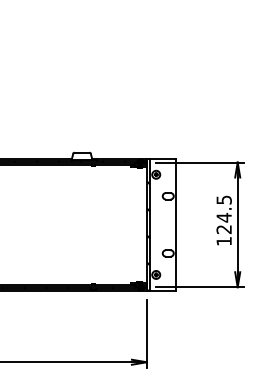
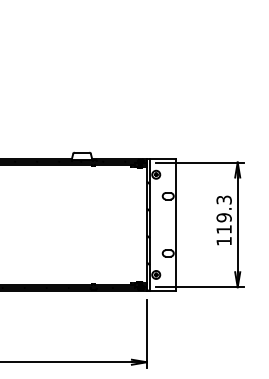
text at (223, 214): 124.5 -> 119.3
